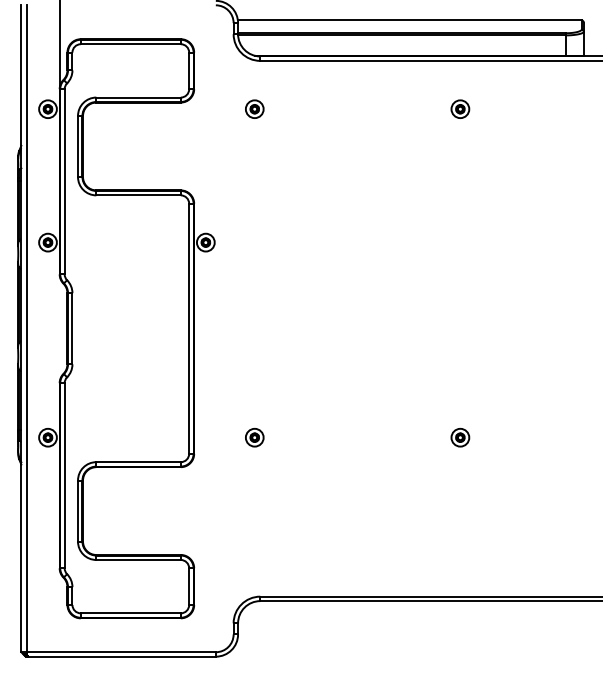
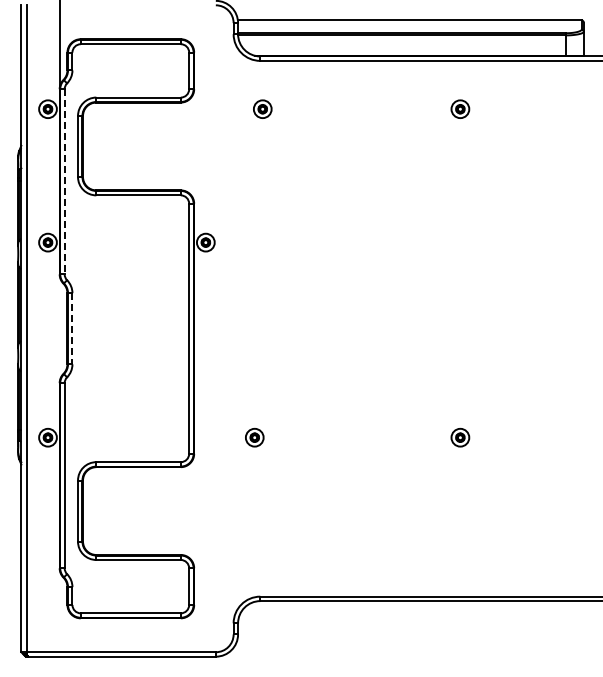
part at (254, 108) position: (254, 108) -> (262, 108)
line at (64, 181): solid -> dashed
line at (72, 328): solid -> dashed
